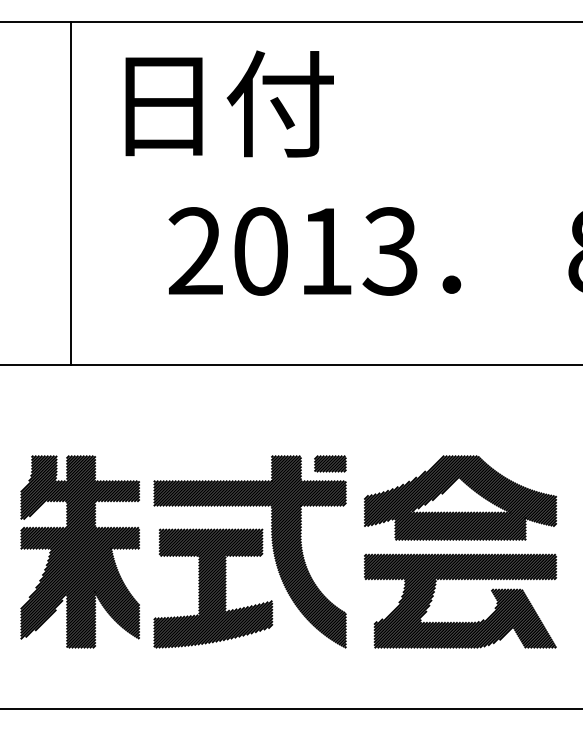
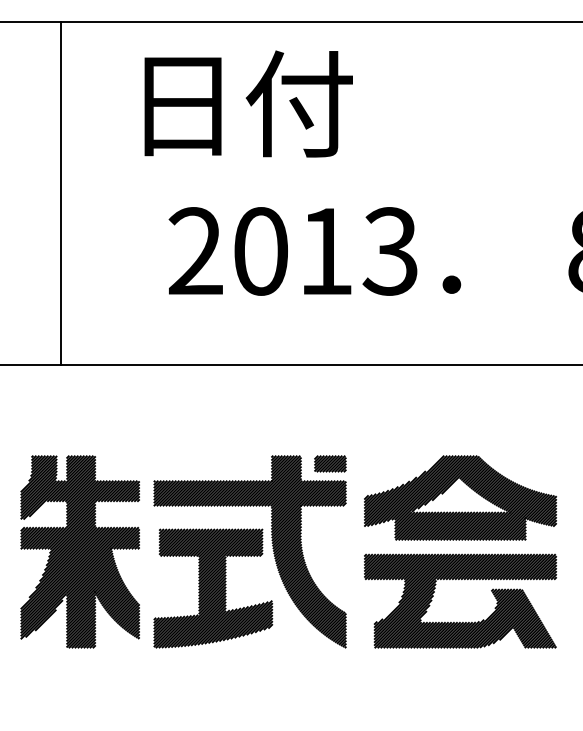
text at (229, 103) position: (229, 103) -> (248, 103)
line at (71, 193) position: (71, 193) -> (61, 193)
line at (290, 709): present -> none
